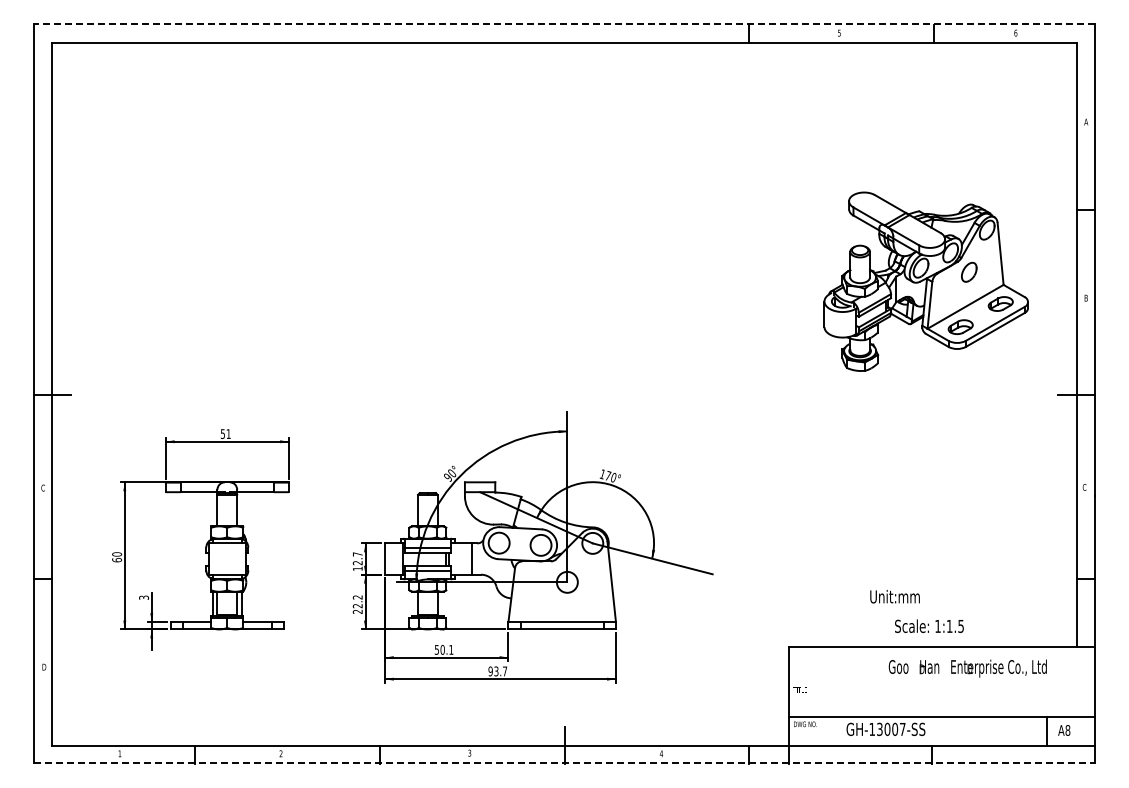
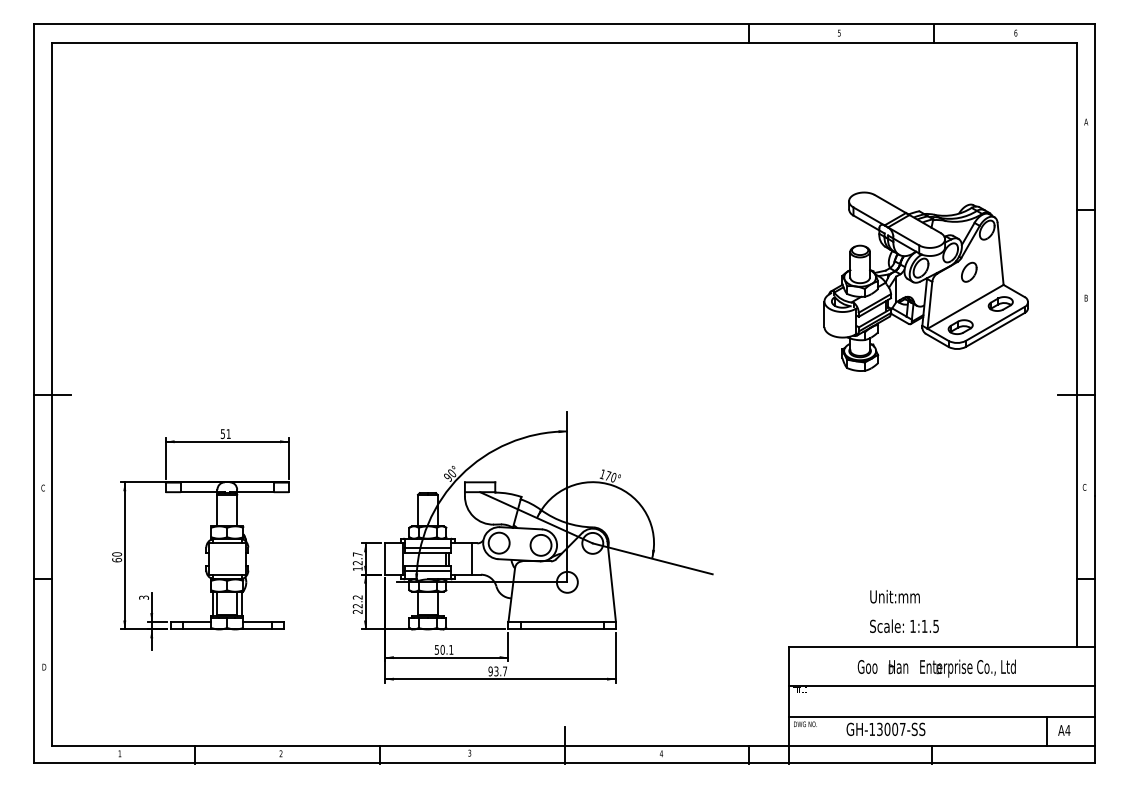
line at (564, 23): dashed -> solid
text at (929, 625) position: (929, 625) -> (904, 625)
text at (967, 668) position: (967, 668) -> (936, 668)
line at (942, 685): none -> present
text at (1067, 730): A8 -> A4
line at (564, 763): dashed -> solid
